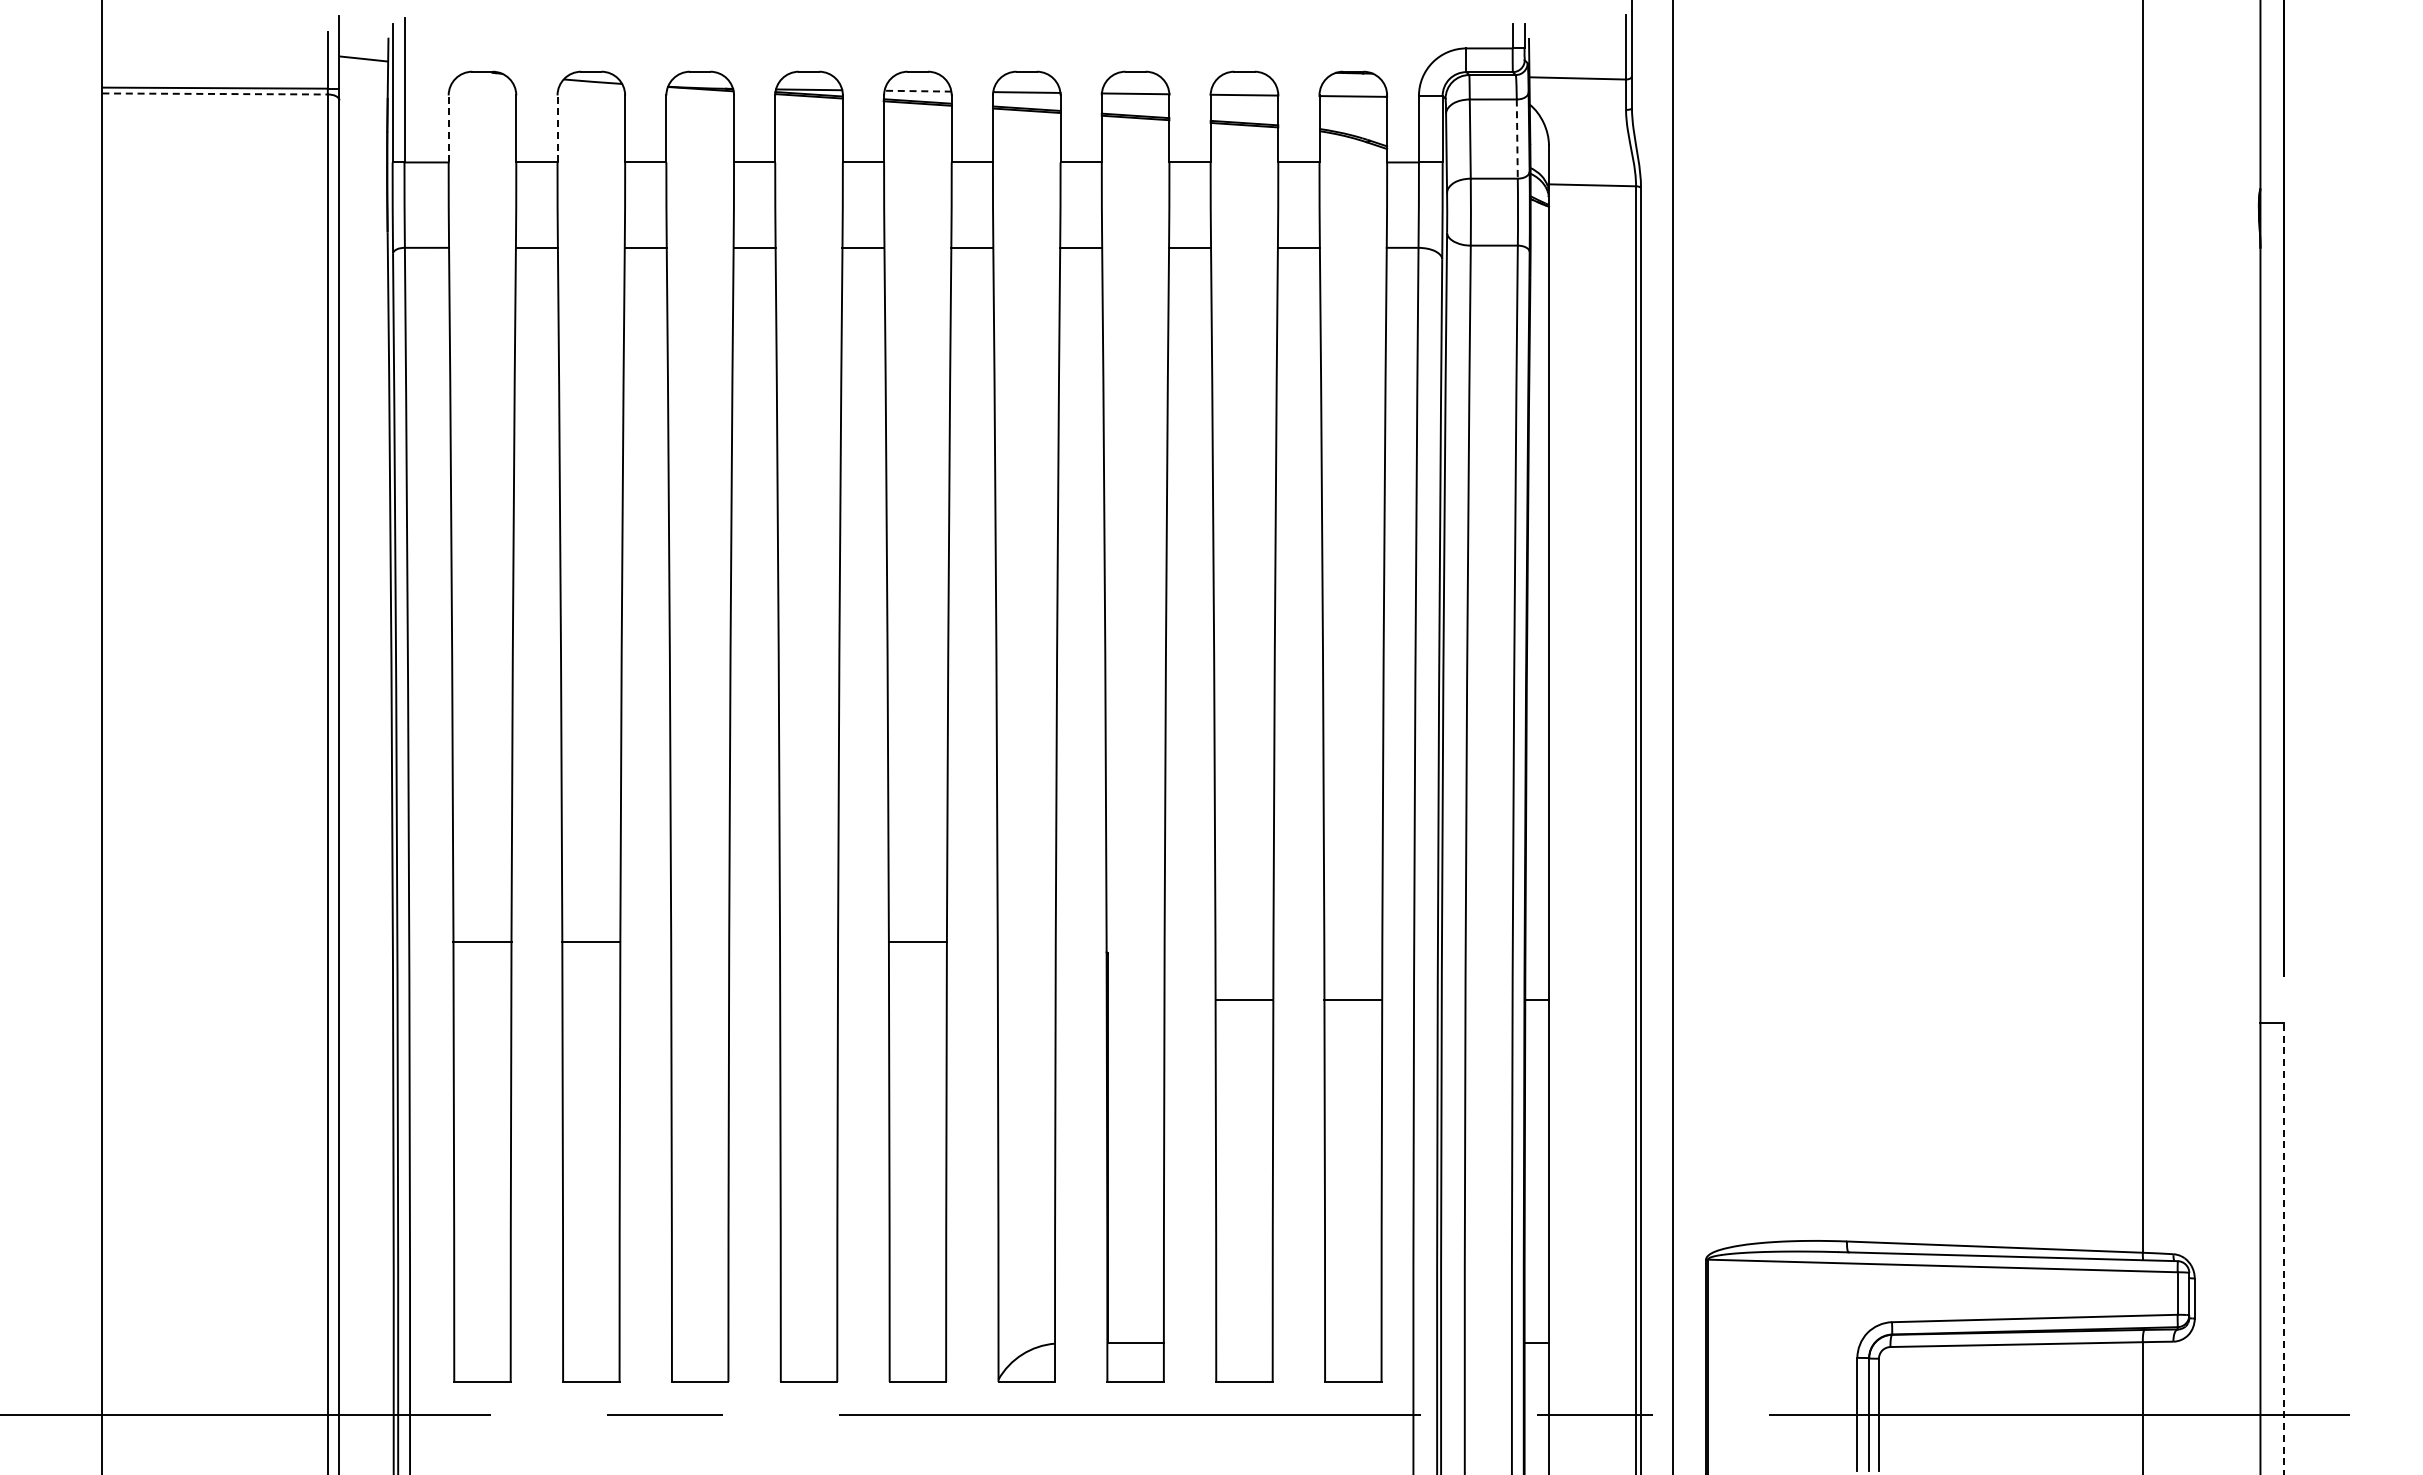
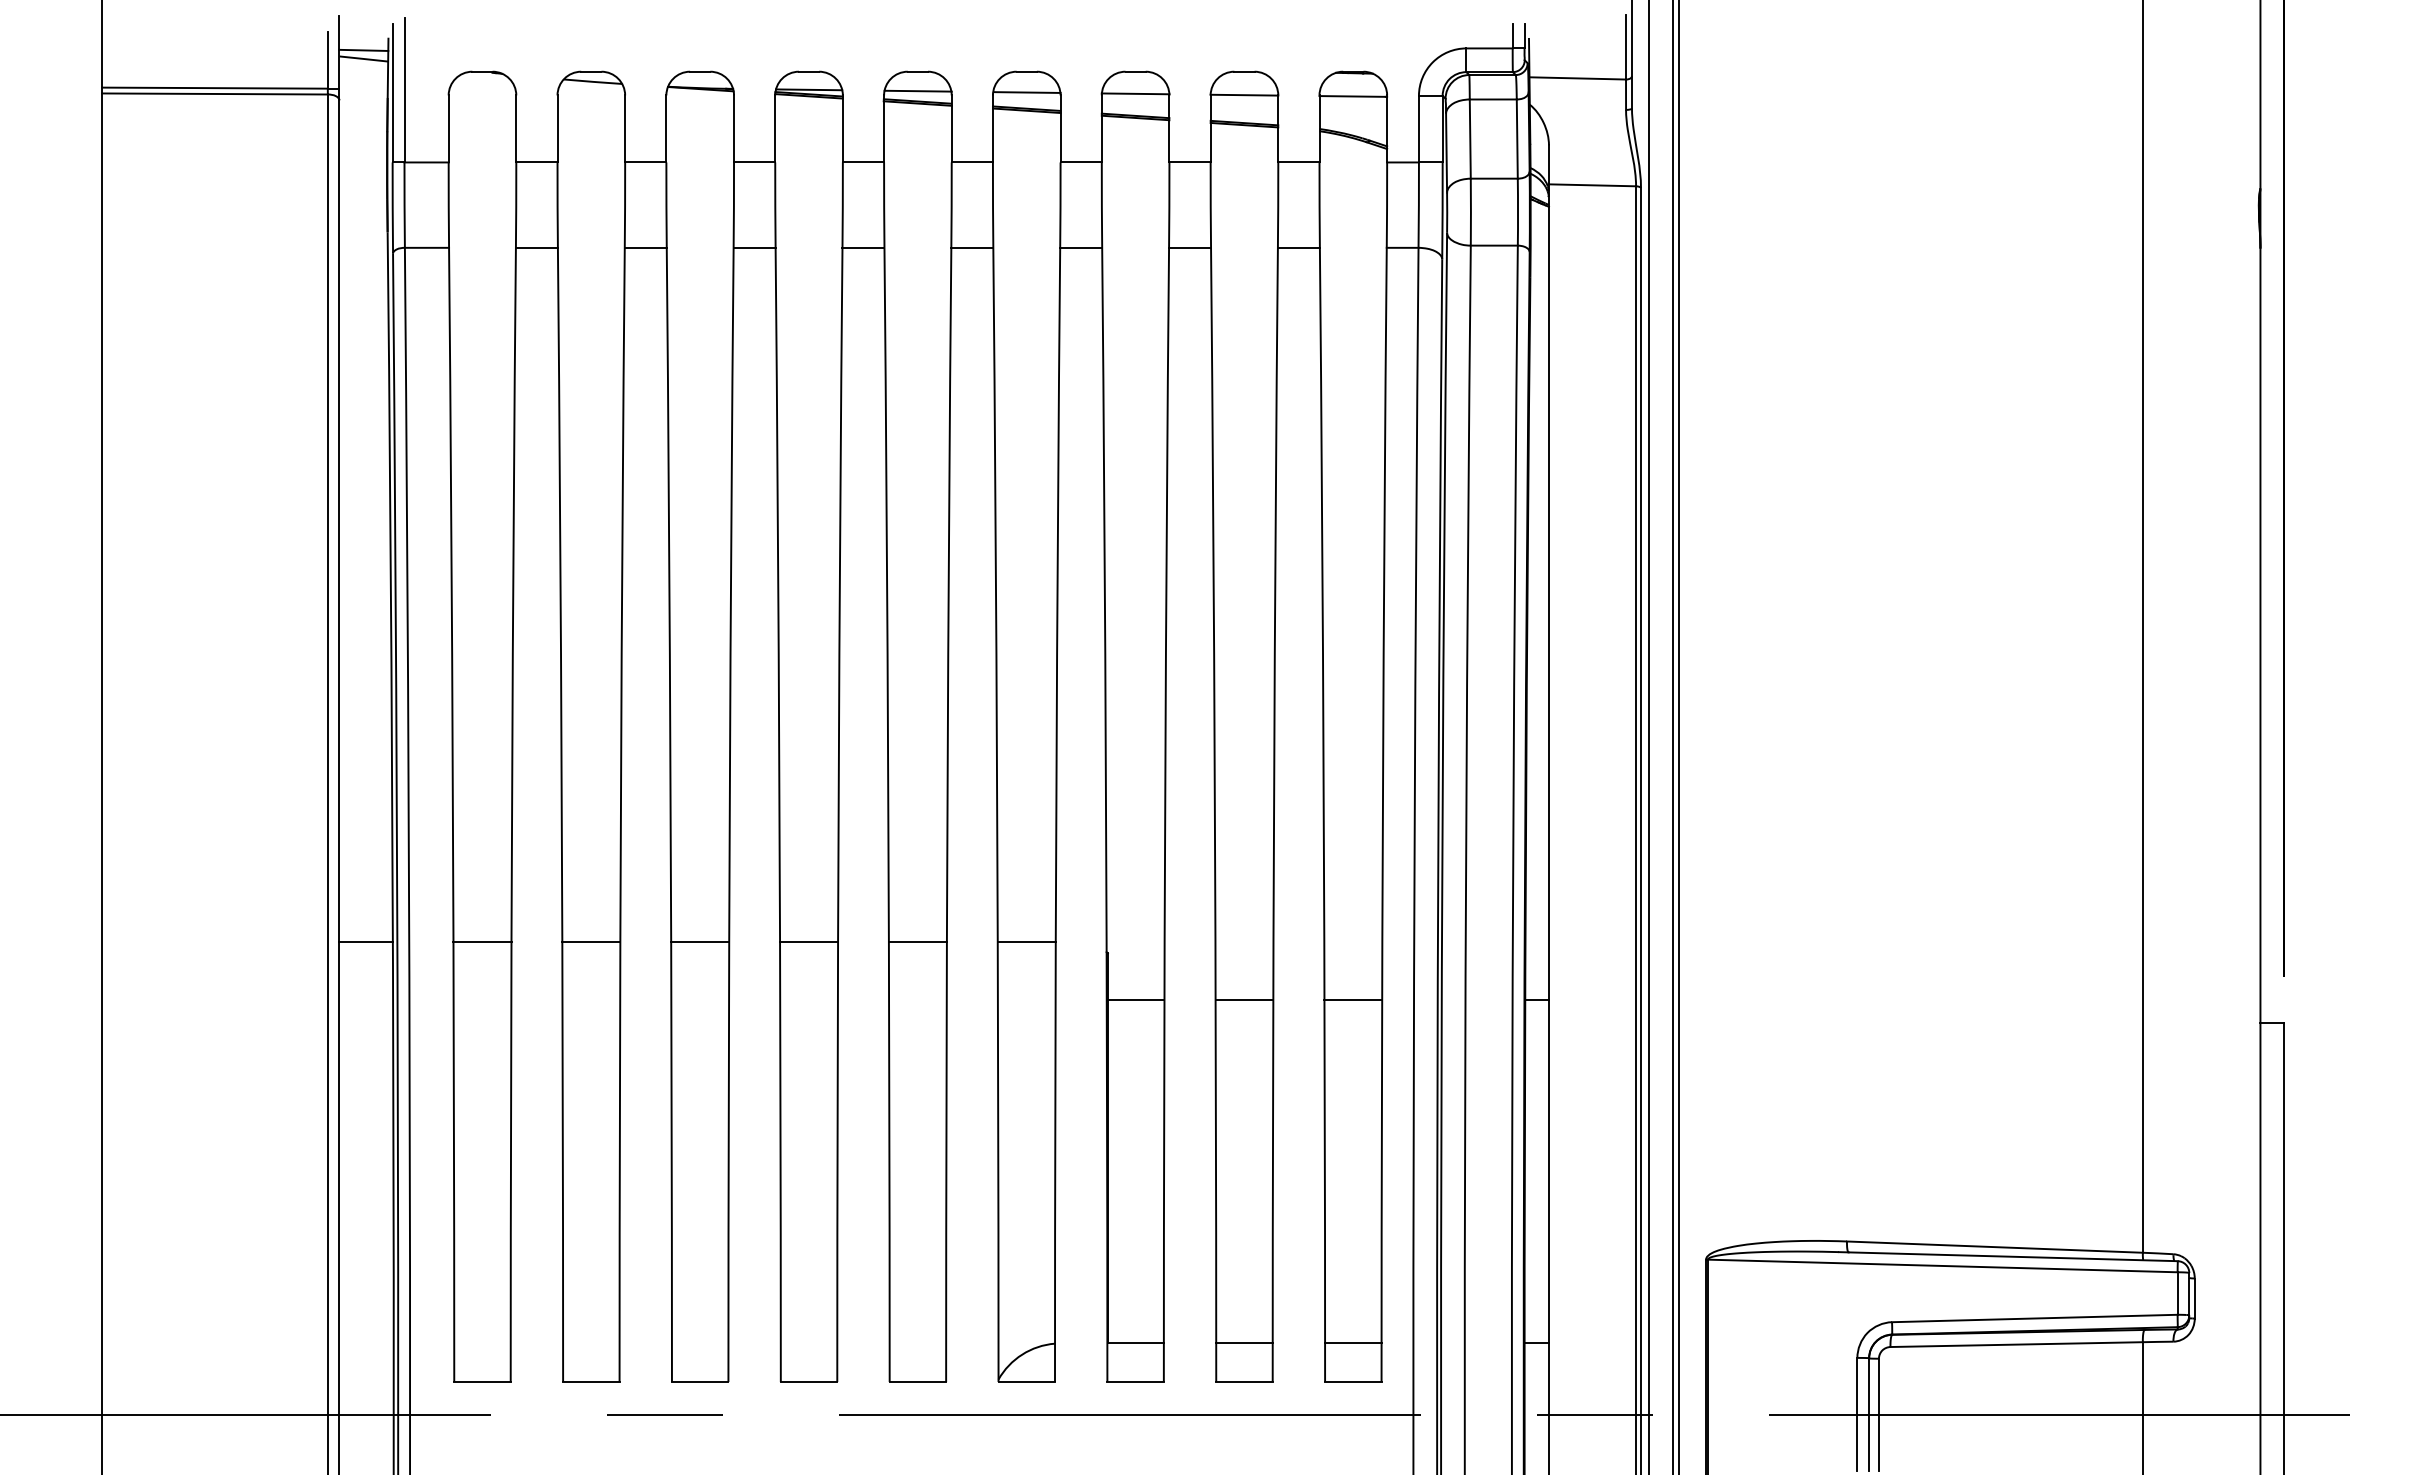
line at (363, 49): none -> present
line at (918, 91): dashed -> solid
line at (215, 93): dashed -> solid
line at (448, 128): dashed -> solid
line at (557, 128): dashed -> solid
line at (1517, 139): dashed -> solid
line at (1649, 736): none -> present
line at (1678, 736): none -> present
line at (365, 941): none -> present
line at (700, 941): none -> present
line at (809, 941): none -> present
line at (1026, 941): none -> present
line at (1135, 999): none -> present
line at (2284, 1248): dashed -> solid
line at (1244, 1343): none -> present
line at (1353, 1343): none -> present
